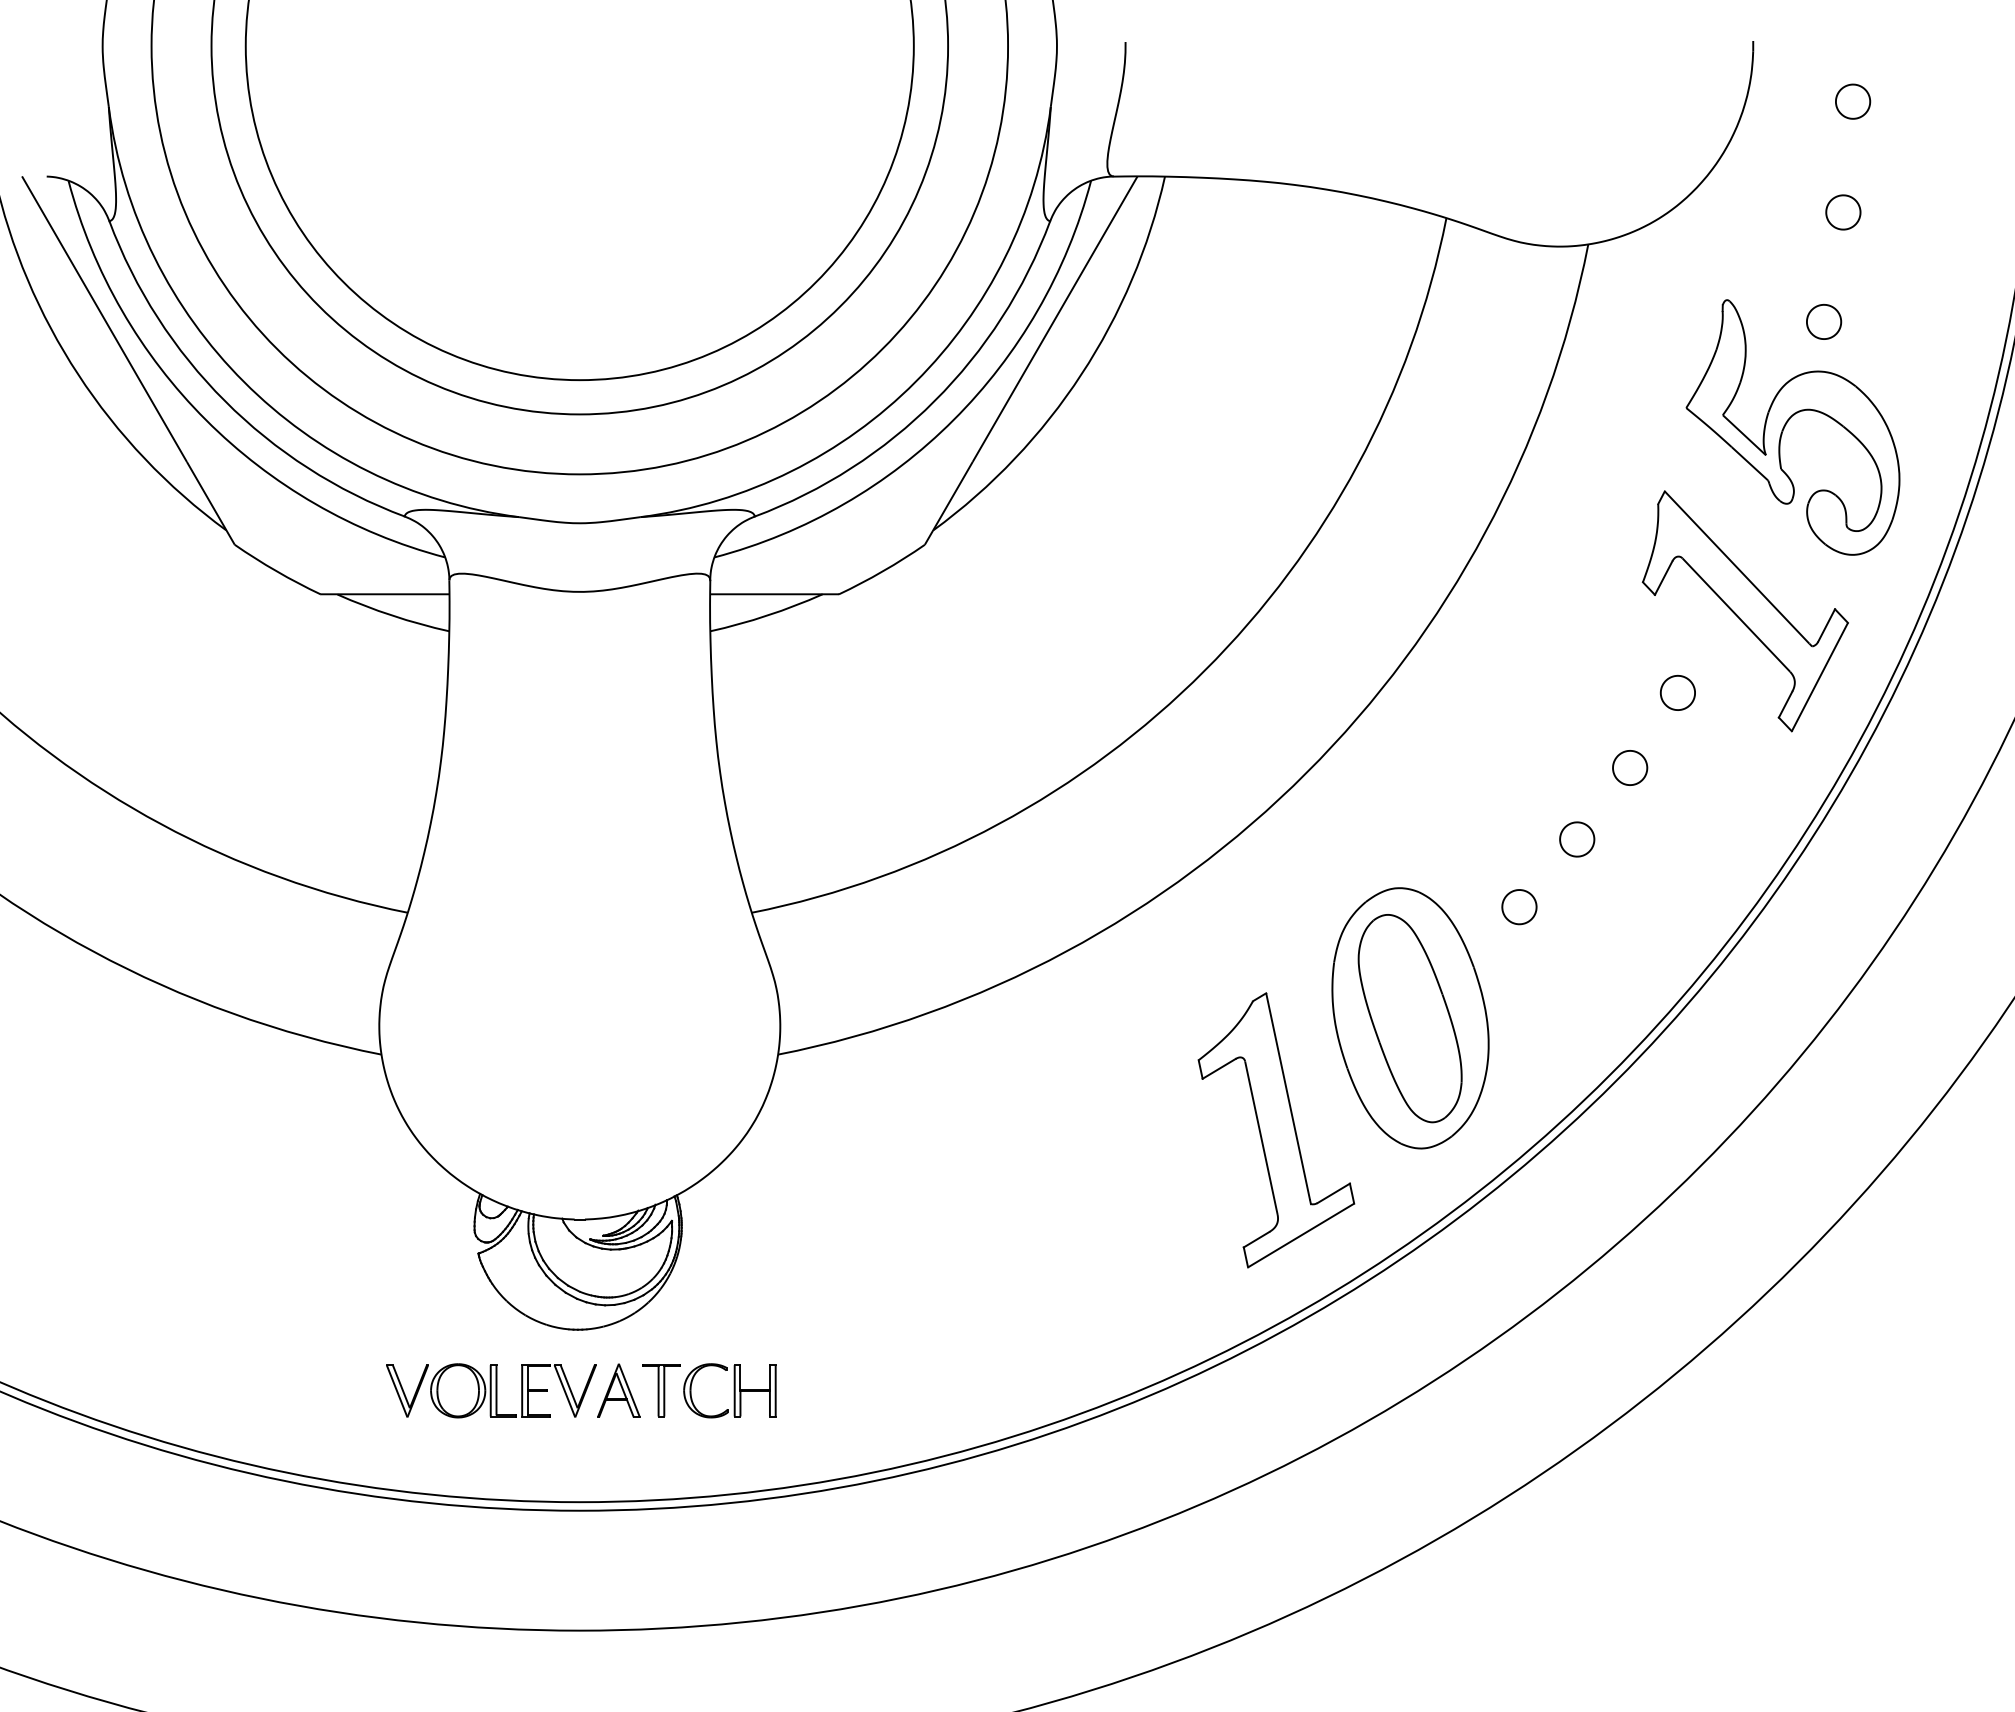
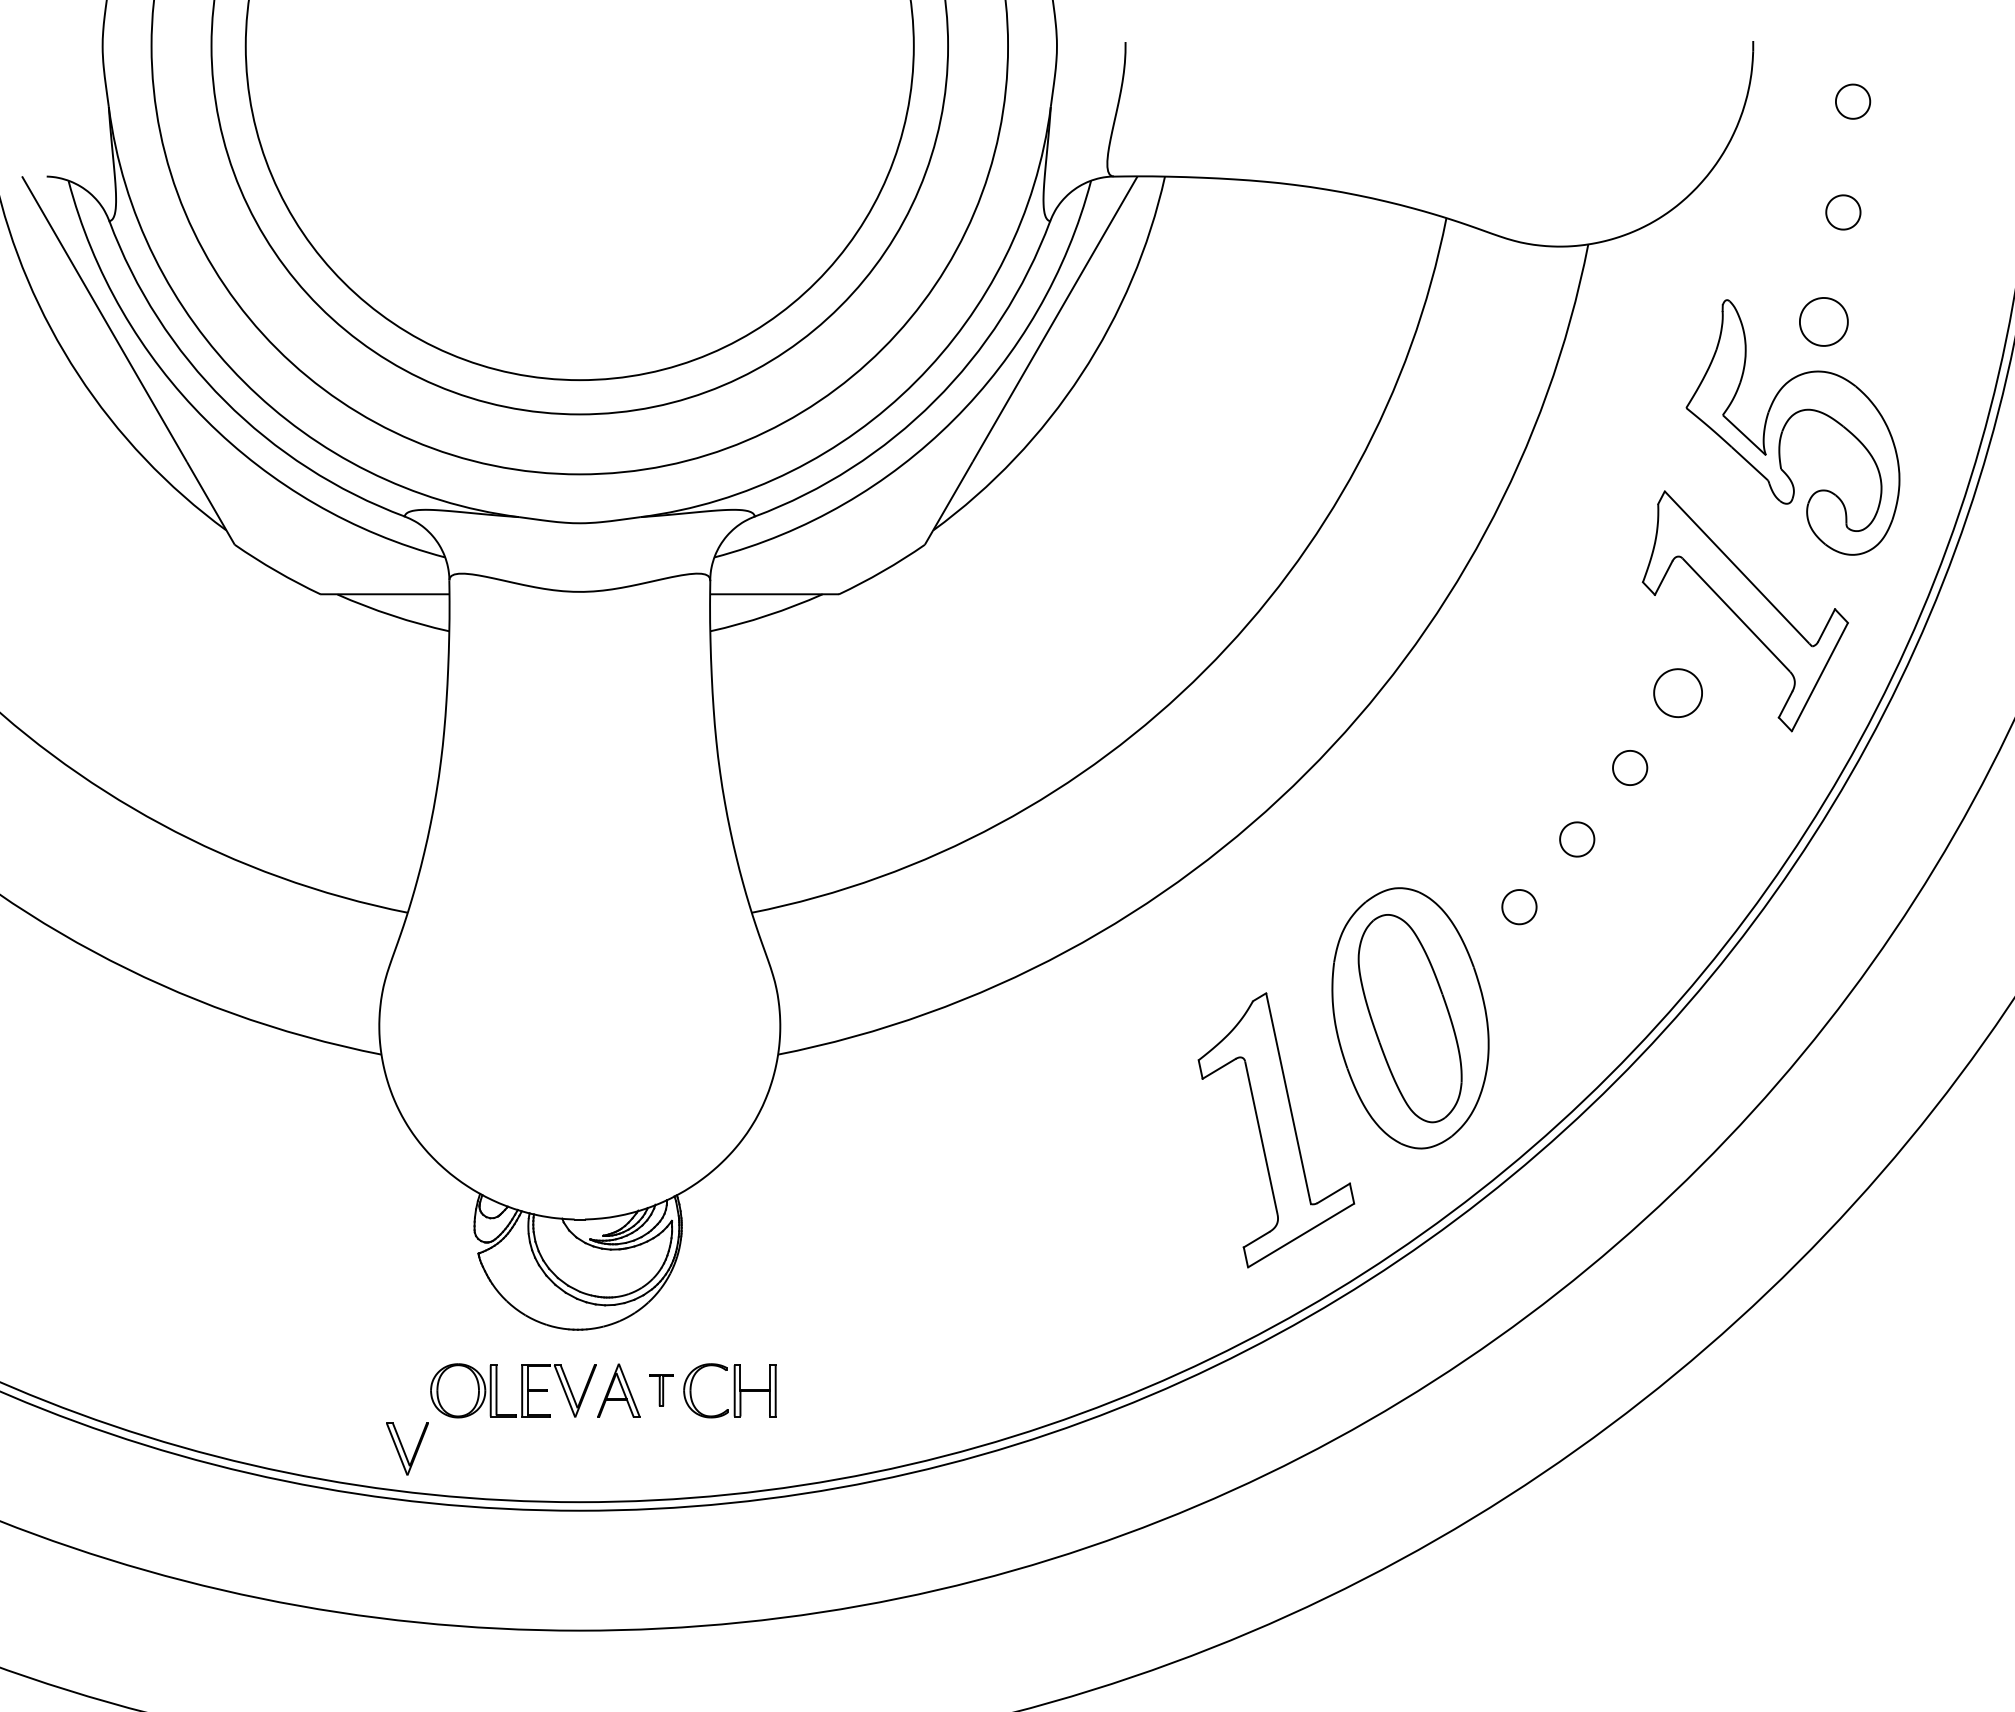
part at (1824, 321) size: 37x36 px -> 50x50 px
part at (1677, 692) size: 37x37 px -> 50x51 px
part at (407, 1390) position: (407, 1390) -> (407, 1448)
part at (661, 1390) size: 39x54 px -> 25x33 px
